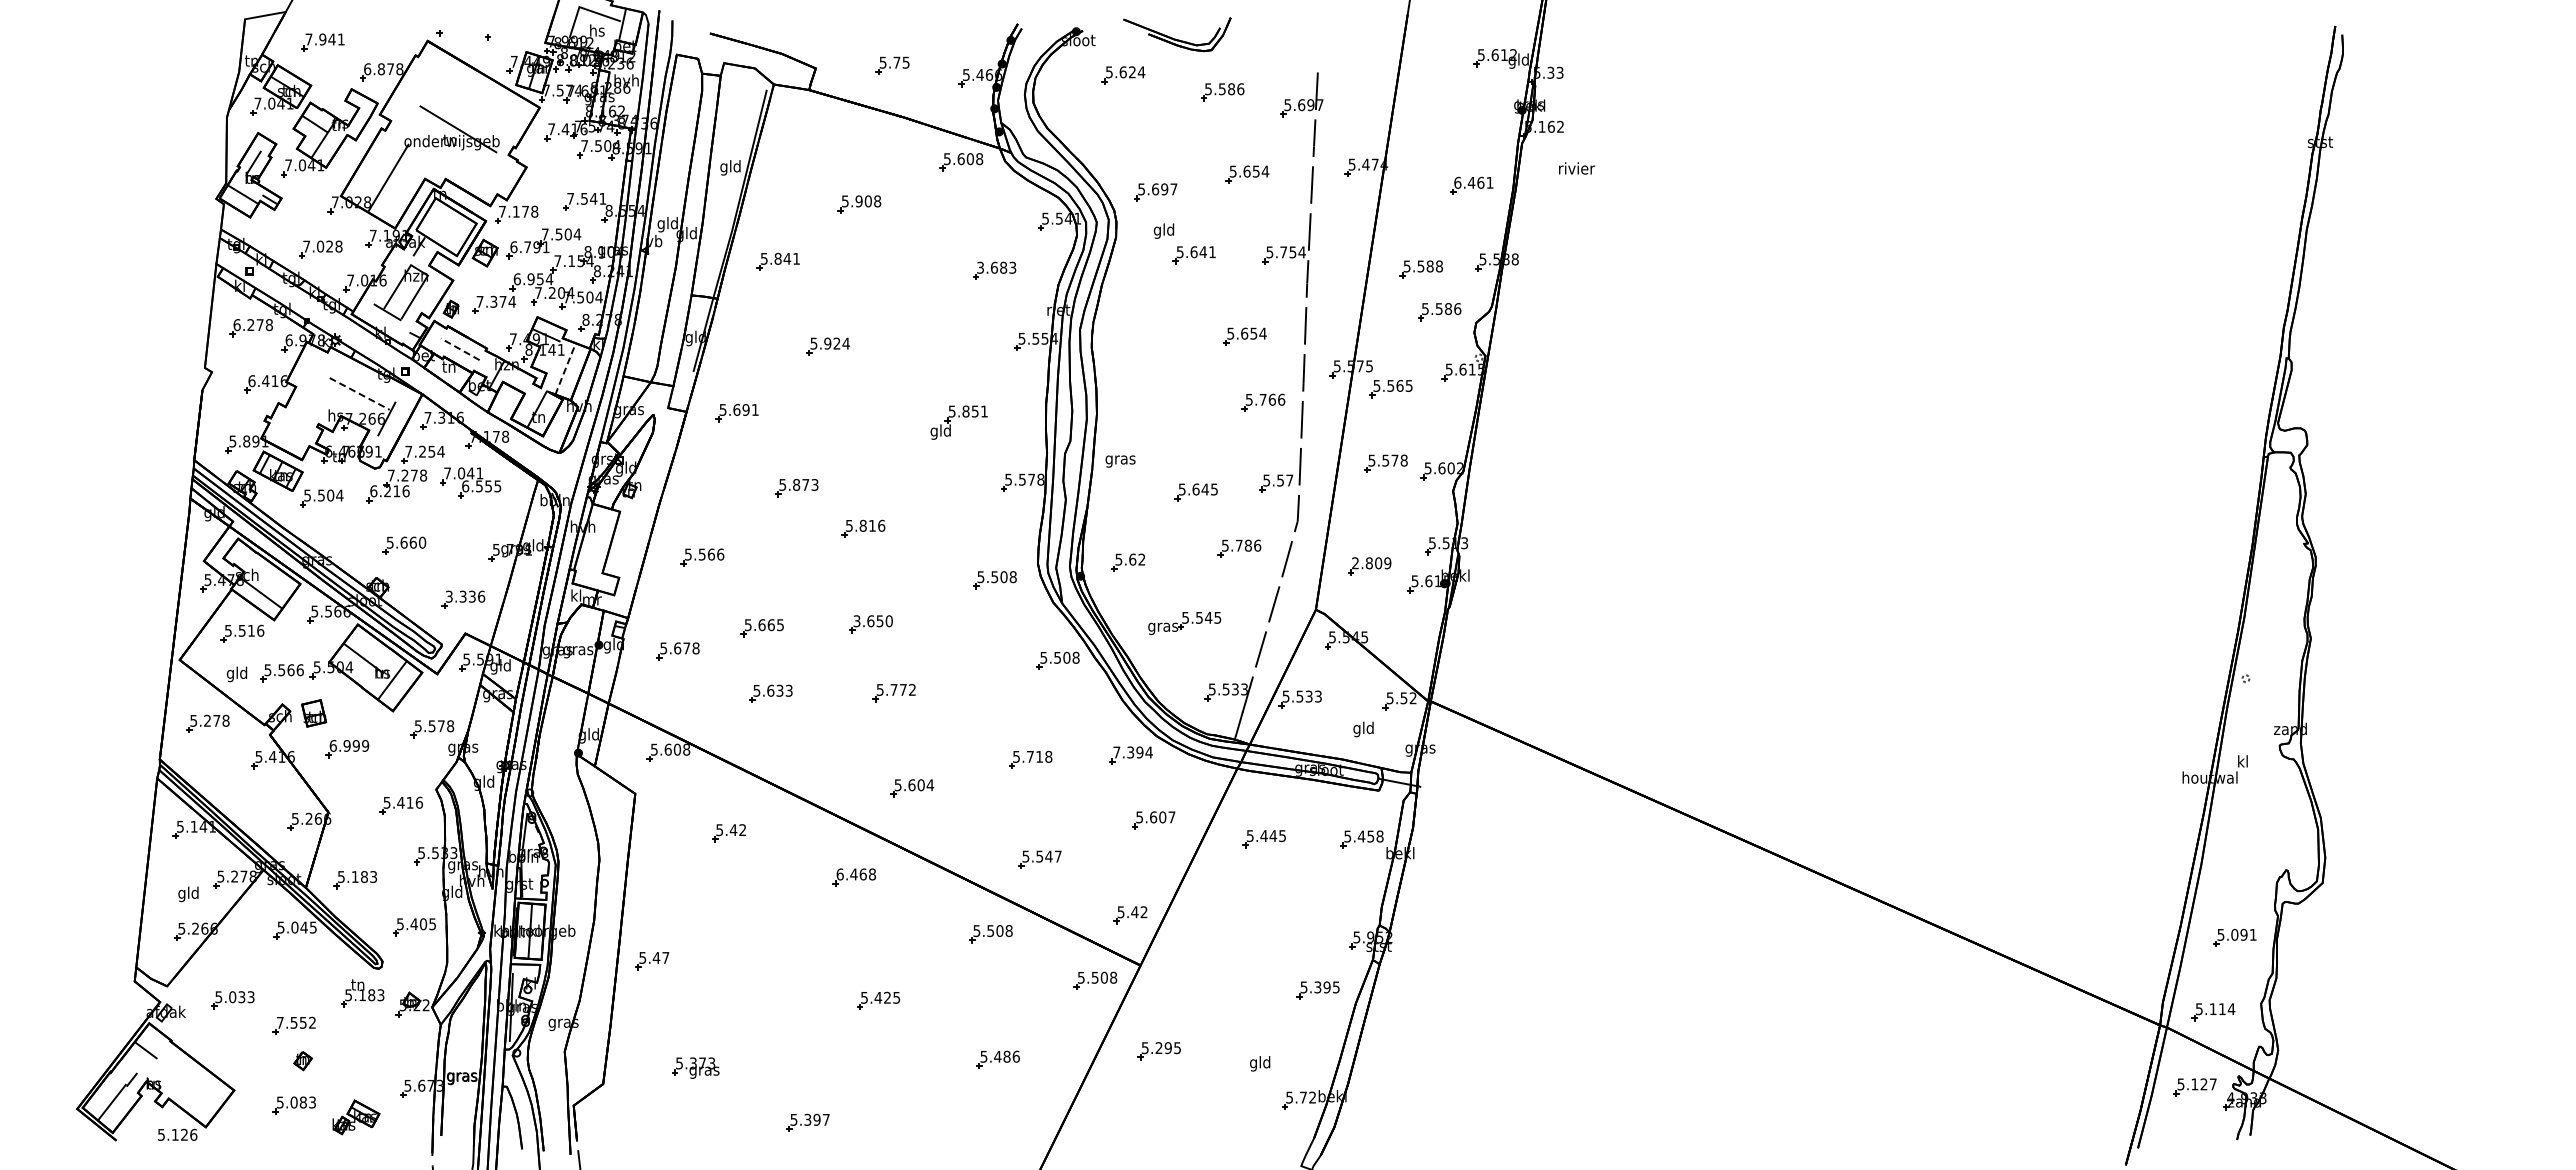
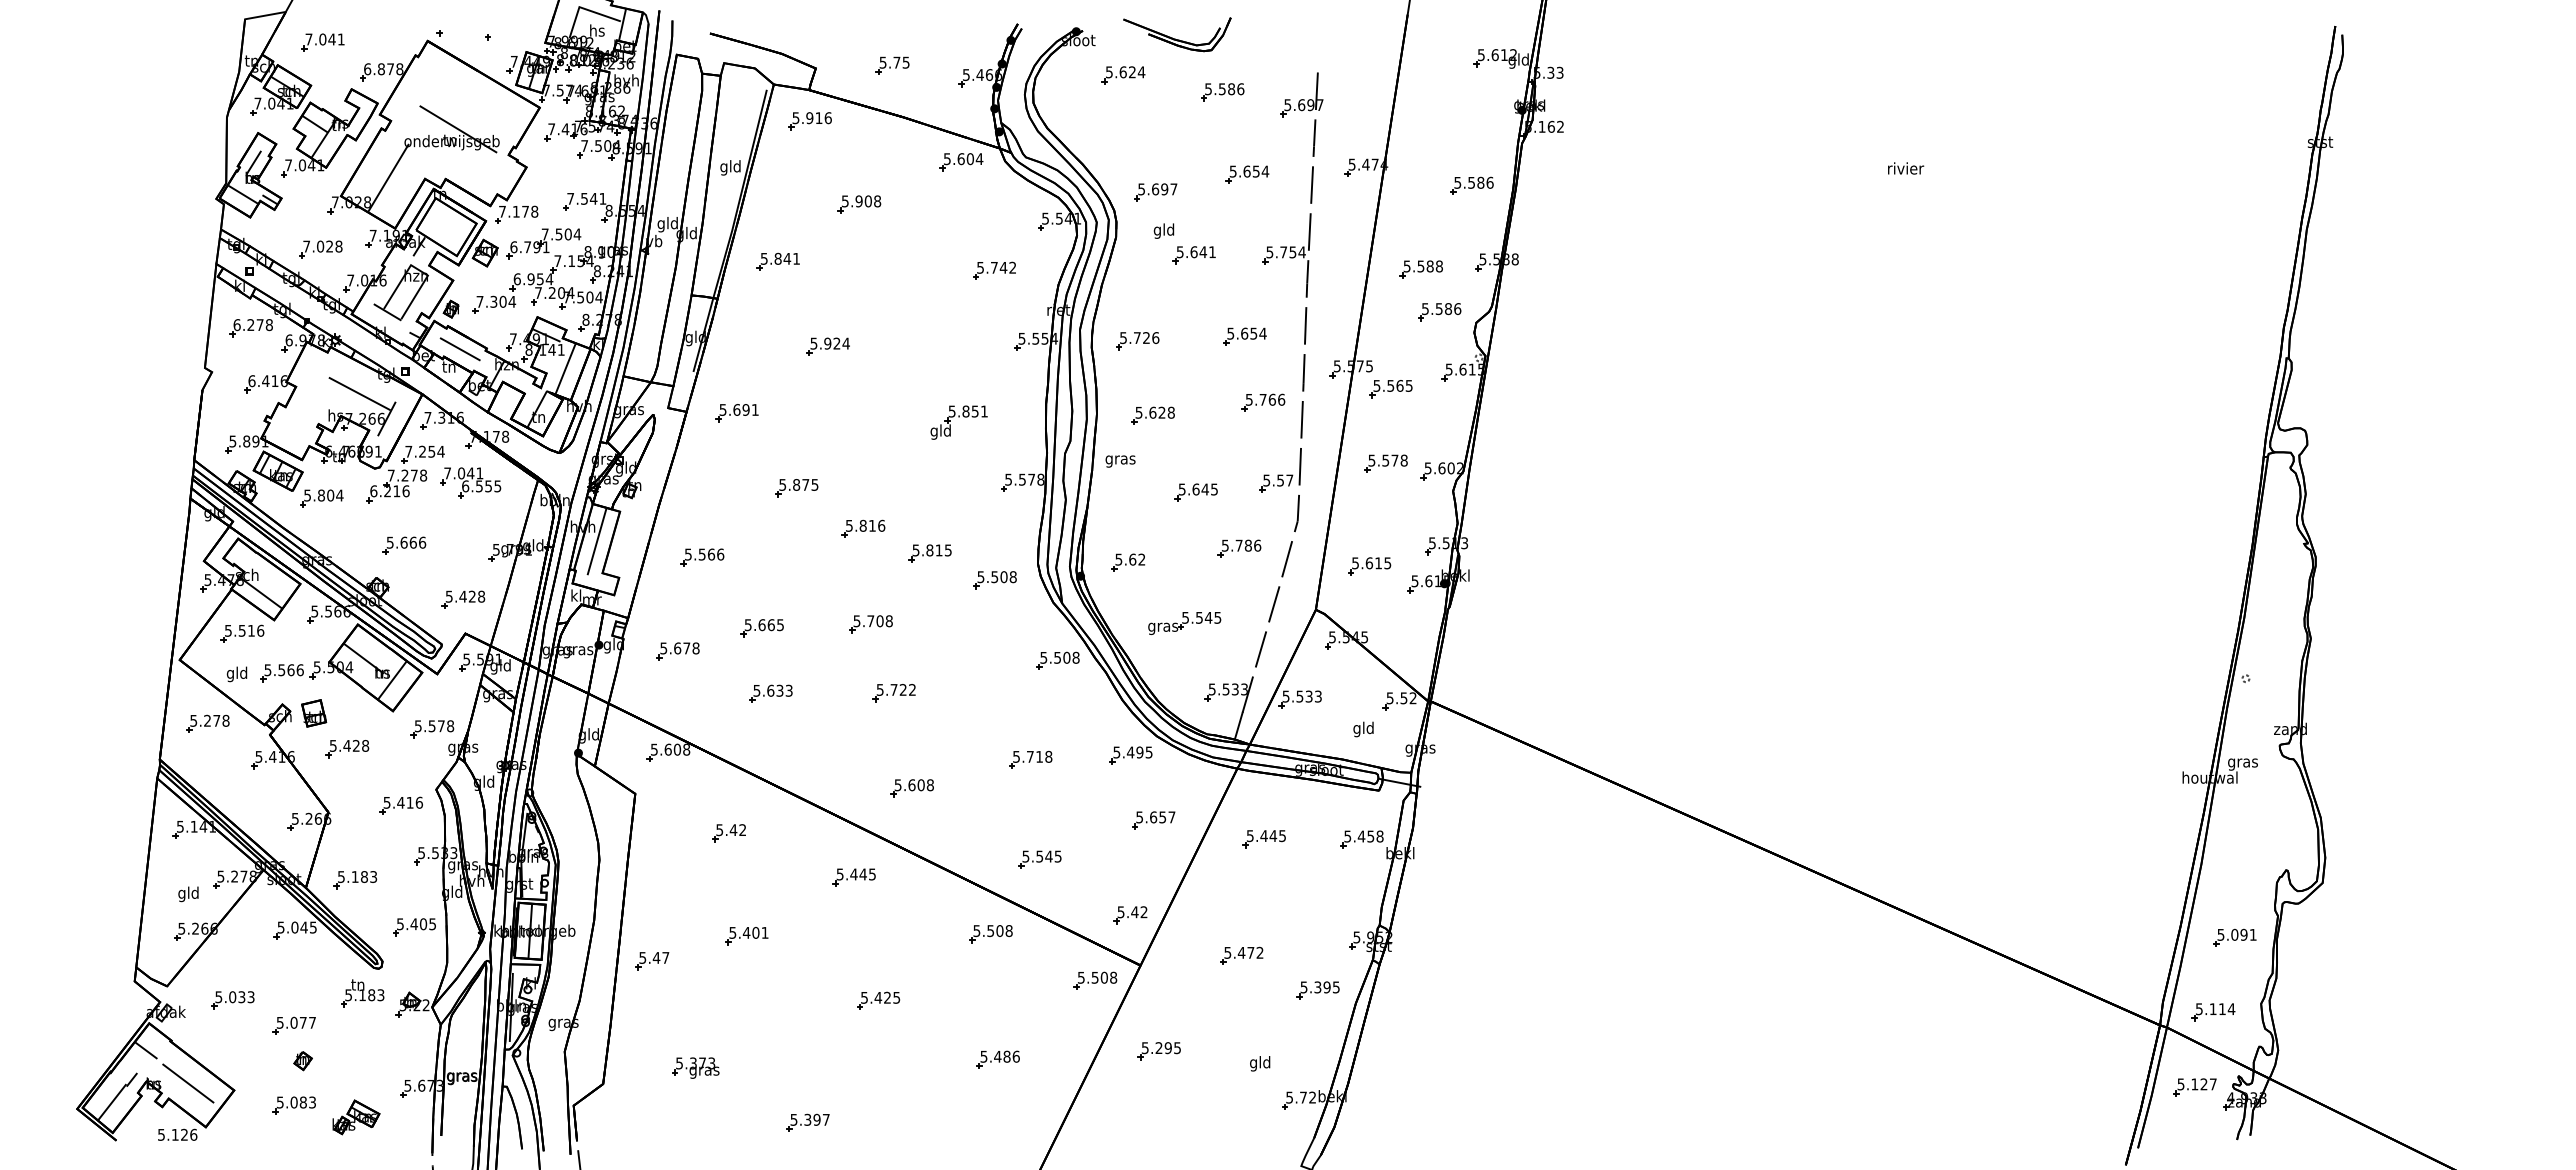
text at (322, 39): 7.941 -> 7.041
part at (809, 121): none -> present
text at (979, 159): 5.608 -> 5.604
text at (1577, 168) position: (1577, 168) -> (1906, 168)
text at (1473, 182): 6.461 -> 5.586
text at (996, 267): 3.683 -> 5.742
text at (502, 301): 7.374 -> 7.304
part at (1137, 341): none -> present
line at (459, 349): dashed -> solid
line at (565, 369): dashed -> solid
line at (359, 393): dashed -> solid
part at (1152, 415): none -> present
text at (815, 484): 5.873 -> 5.875
text at (320, 495): 5.504 -> 5.804
line at (596, 541): none -> present
text at (422, 542): 5.660 -> 5.666
part at (929, 553): none -> present
text at (1371, 563): 2.809 -> 5.615
text at (465, 596): 3.336 -> 5.428
text at (872, 621): 3.650 -> 5.708
text at (902, 689): 5.772 -> 5.722
text at (349, 745): 6.999 -> 5.428
text at (1132, 752): 7.394 -> 5.495
text at (2242, 762): kl -> gras
text at (930, 785): 5.604 -> 5.608
text at (1162, 817): 5.607 -> 5.657
text at (1057, 856): 5.547 -> 5.545
text at (855, 874): 6.468 -> 5.445
part at (746, 936): none -> present
part at (1241, 955): none -> present
text at (295, 1022): 7.552 -> 5.077
line at (188, 1083): none -> present
